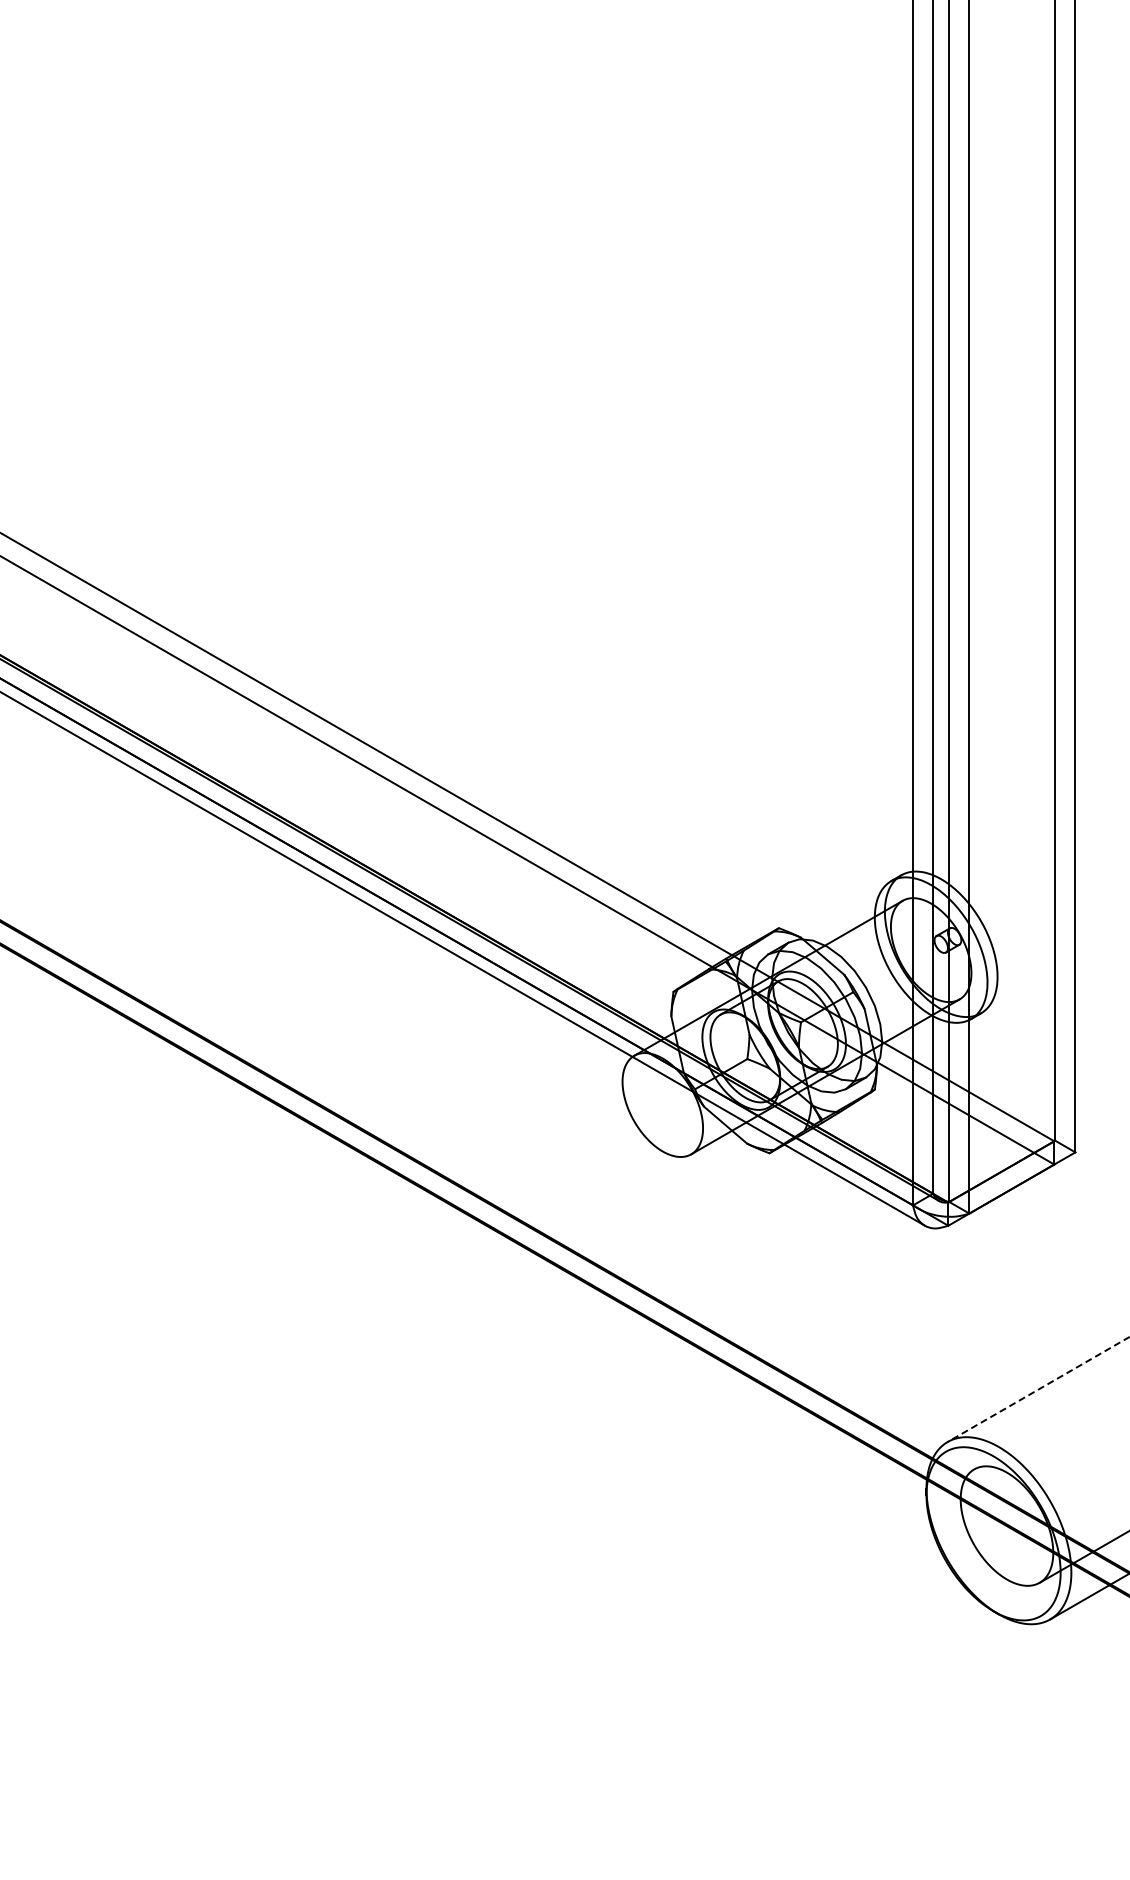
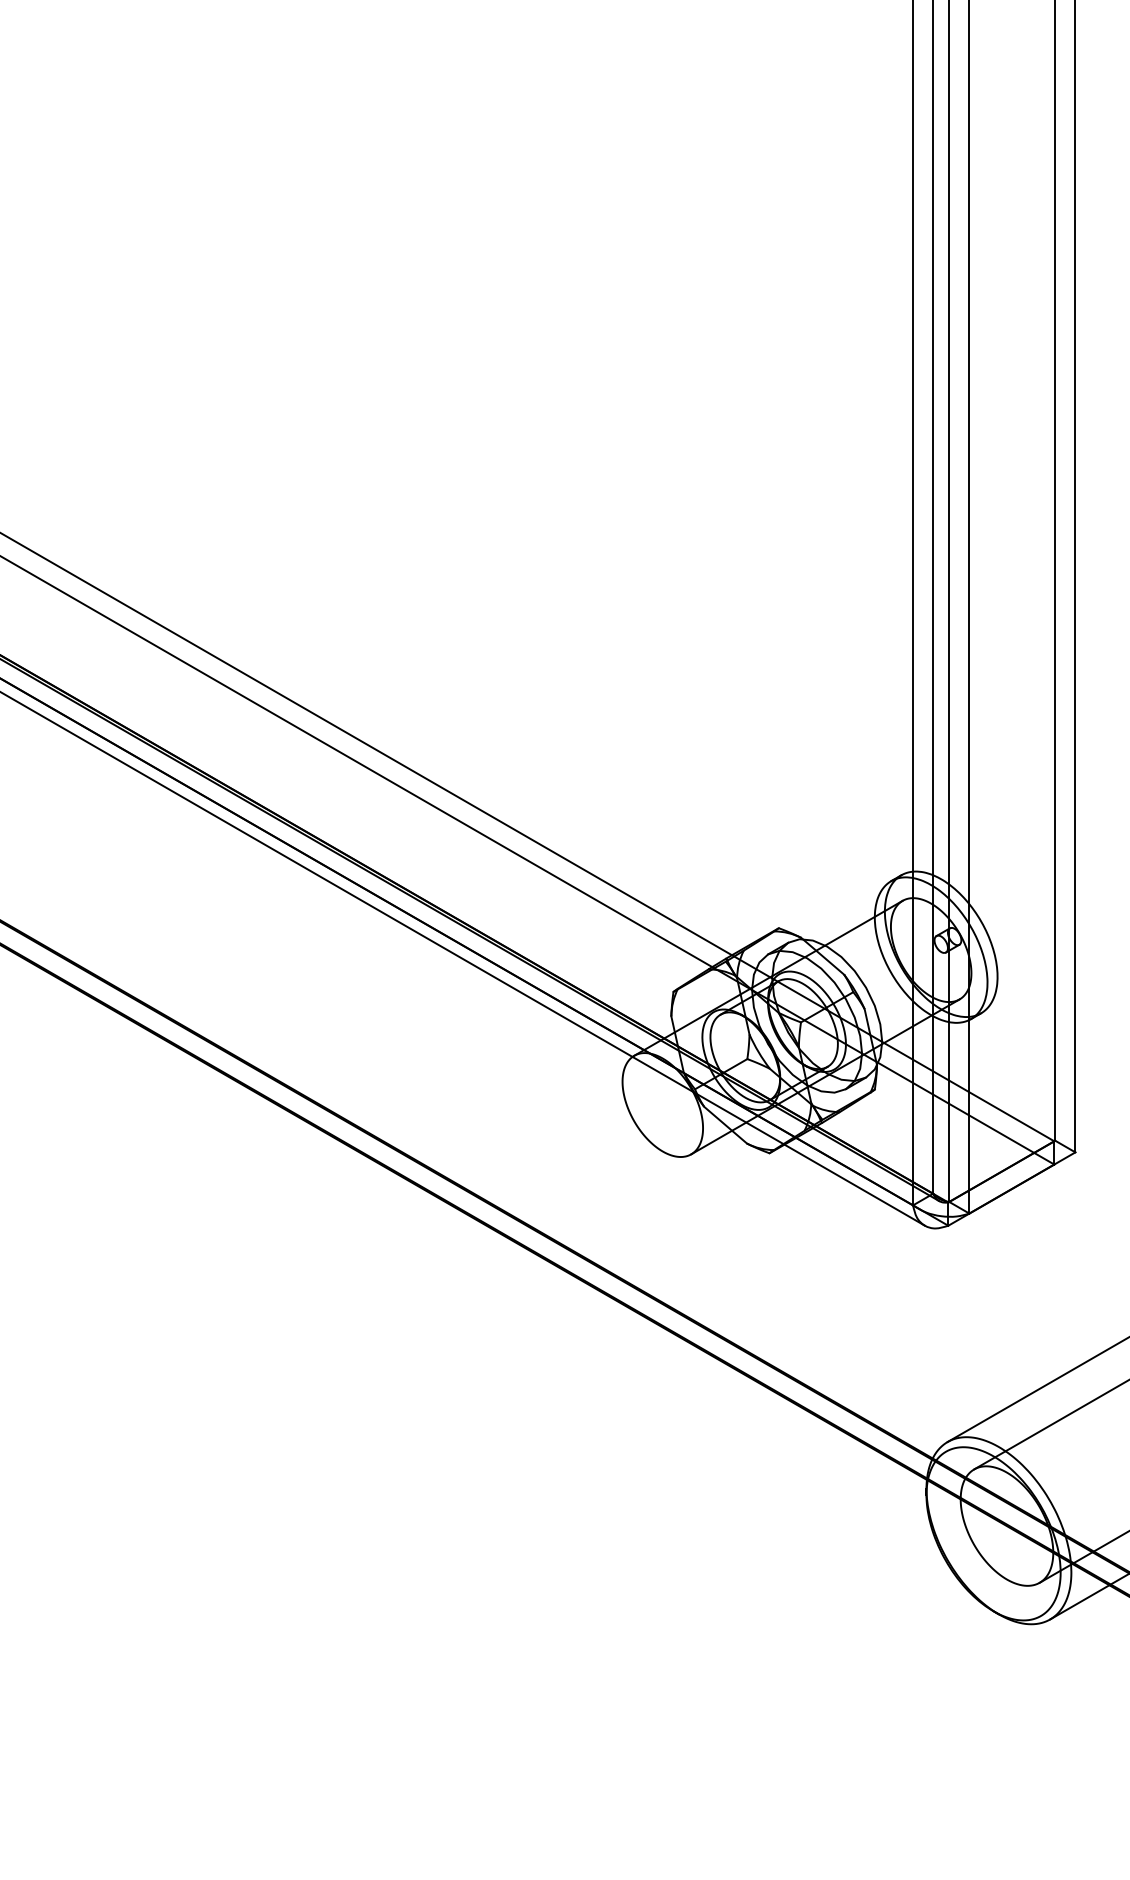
line at (1038, 1389): dashed -> solid
line at (1050, 1425): none -> present
